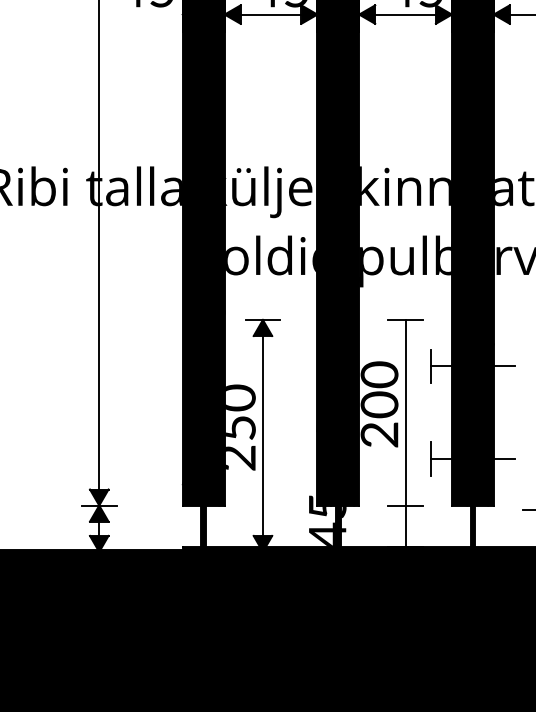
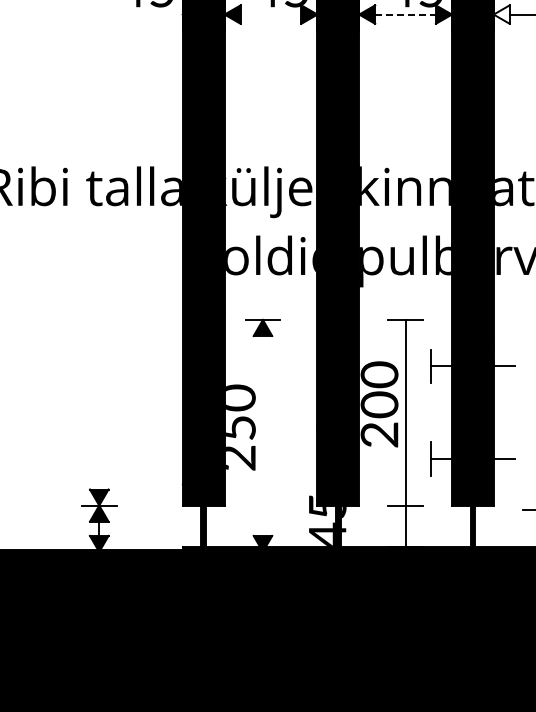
line at (270, 14): present -> none
line at (406, 14): solid -> dashed
fill at (501, 14): present -> none
line at (99, 245): present -> none
line at (262, 435): present -> none
